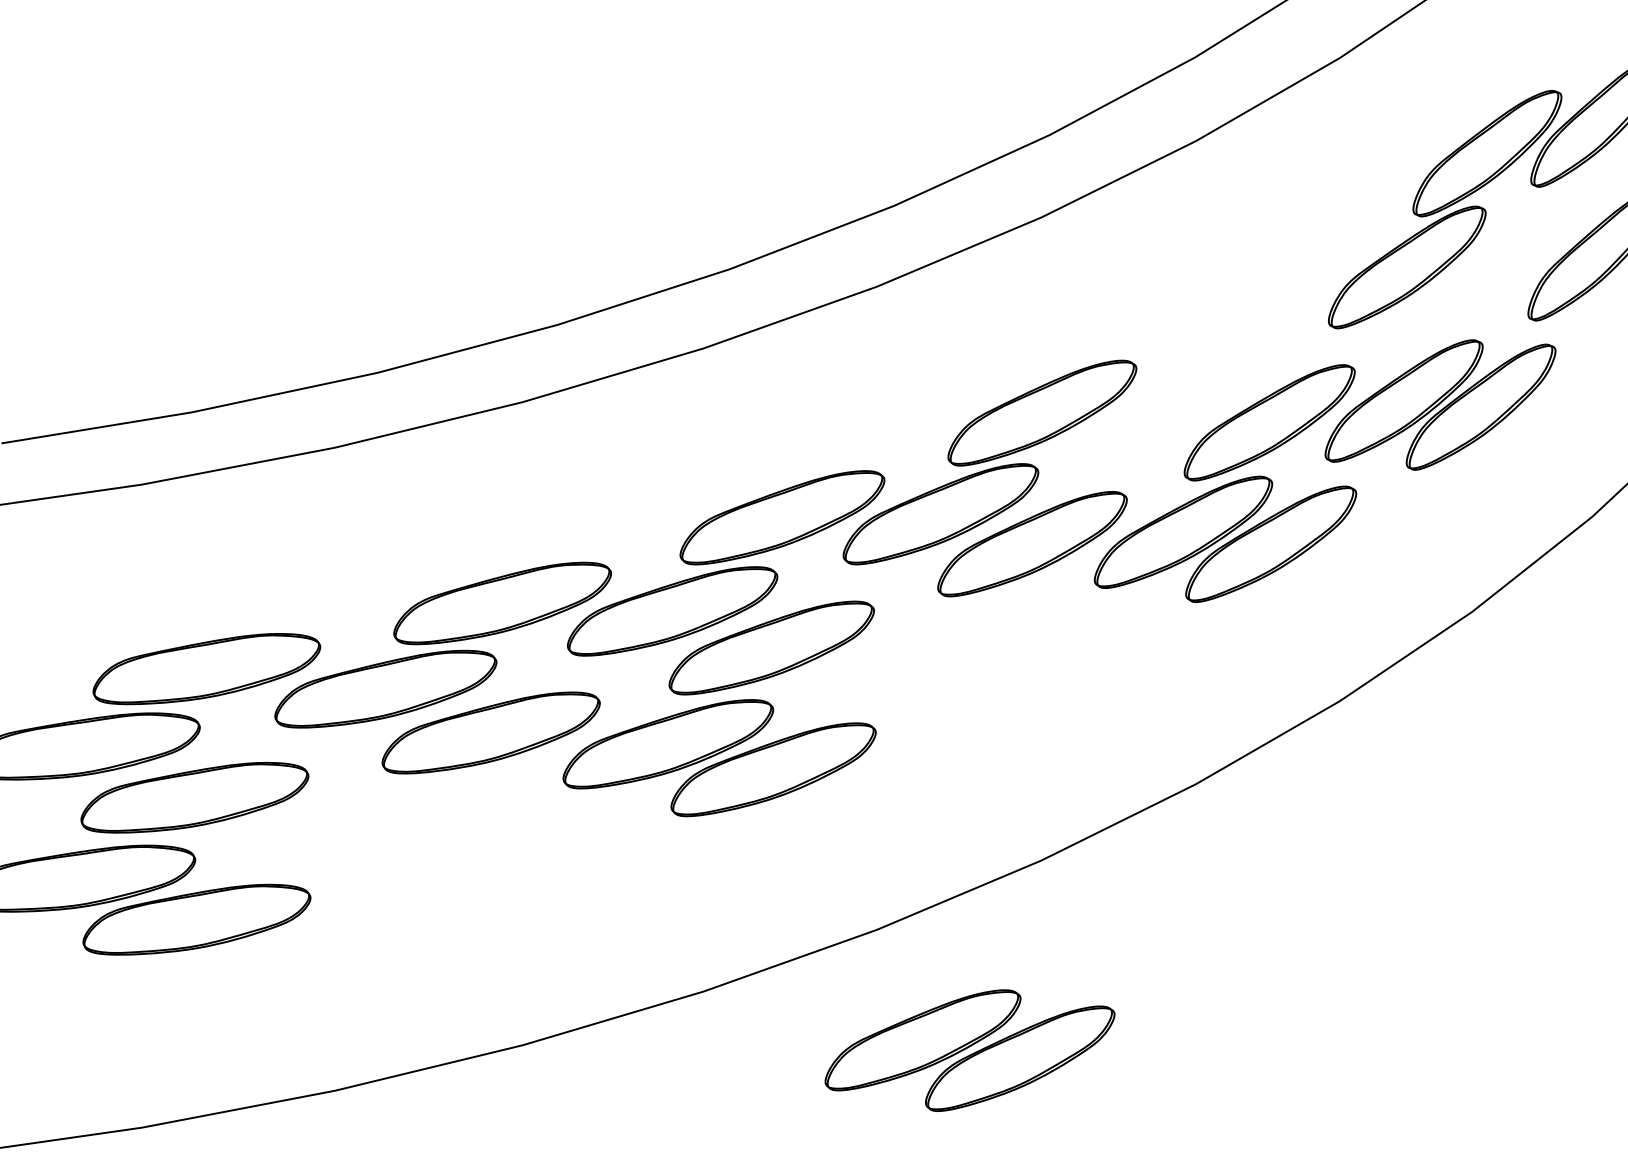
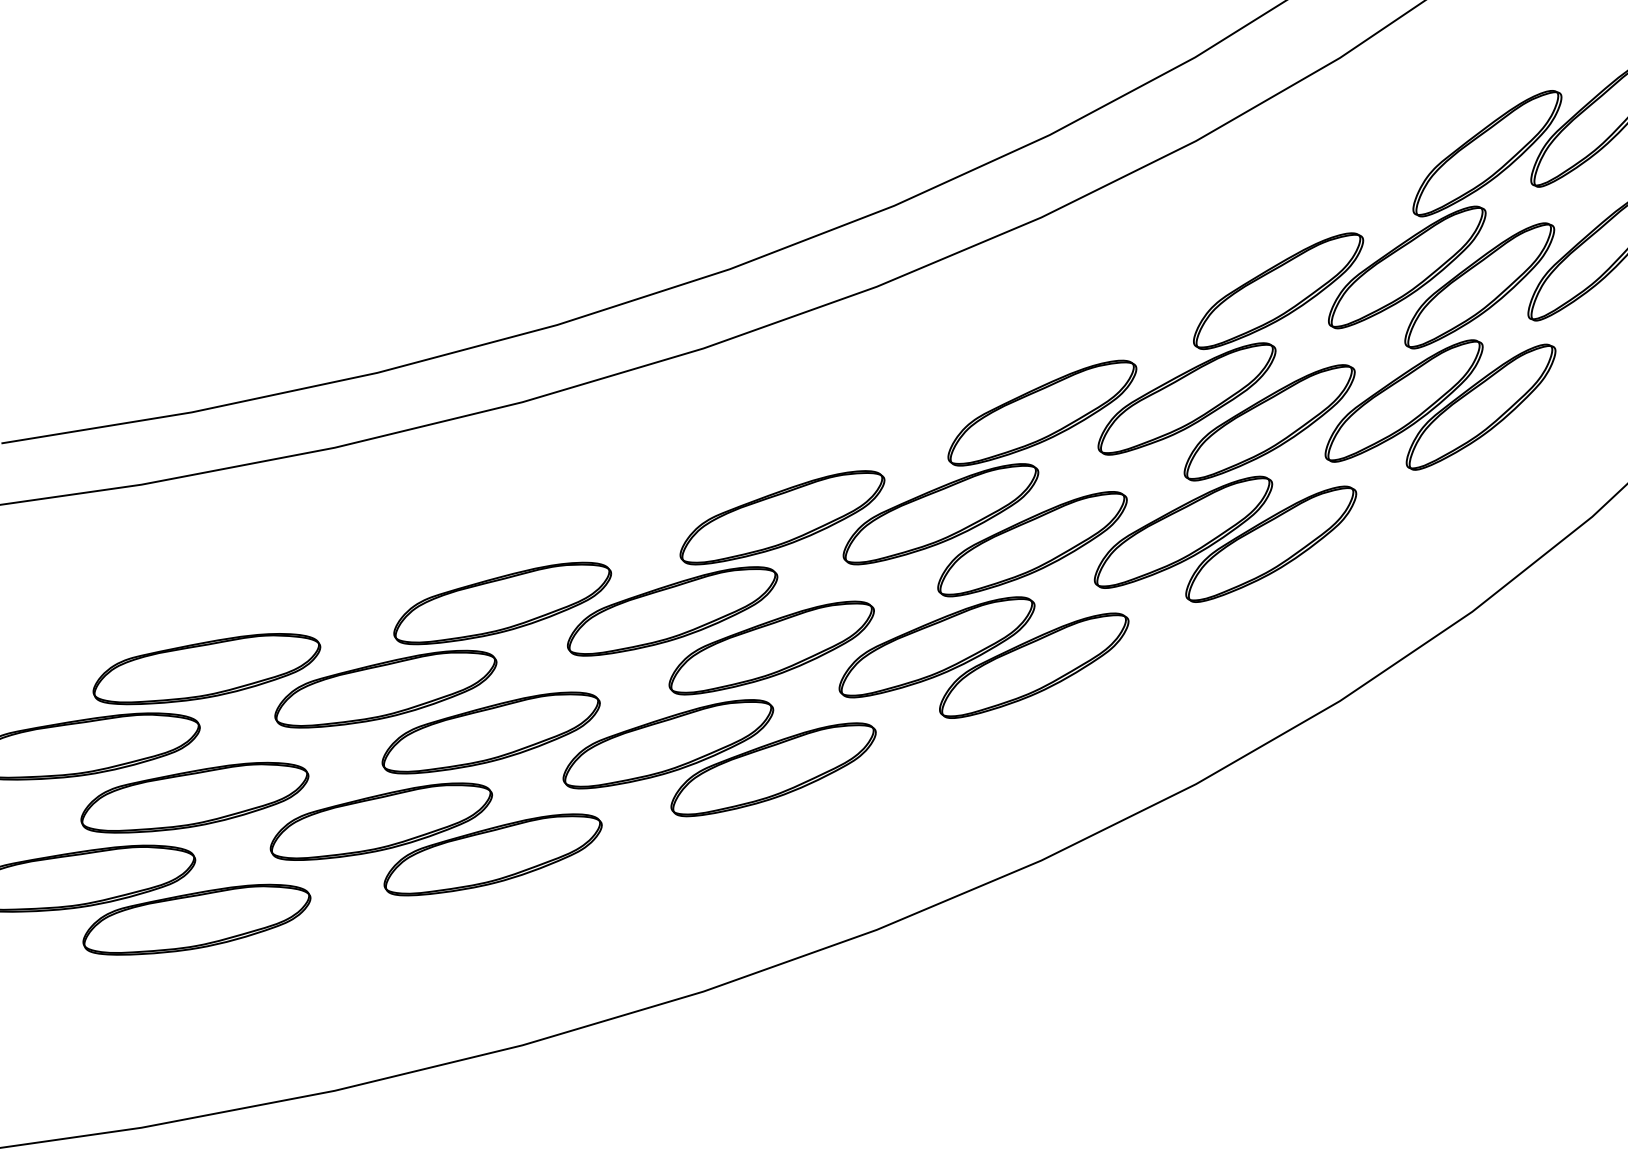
part at (1479, 285): none -> present
part at (1230, 343): none -> present
part at (435, 839): none -> present
part at (969, 1050) position: (969, 1050) -> (983, 657)
